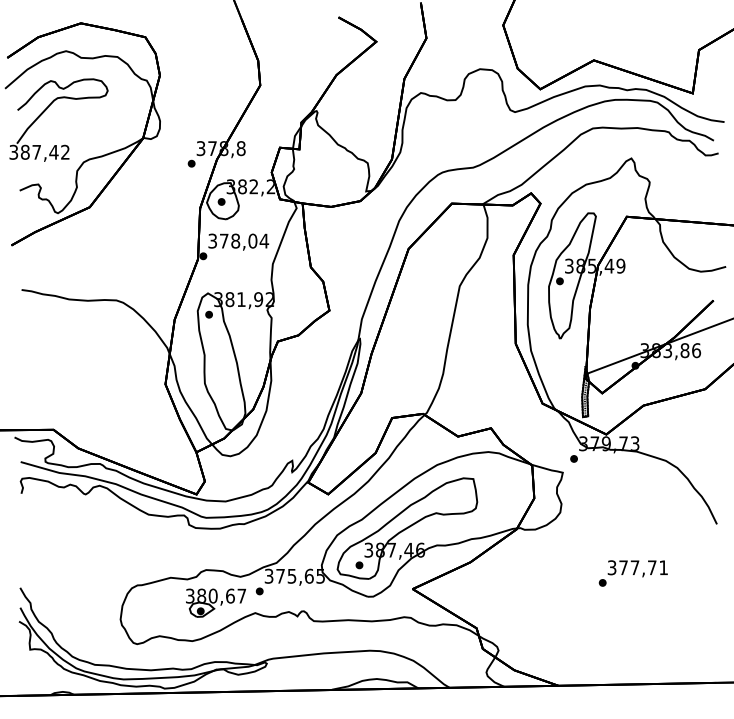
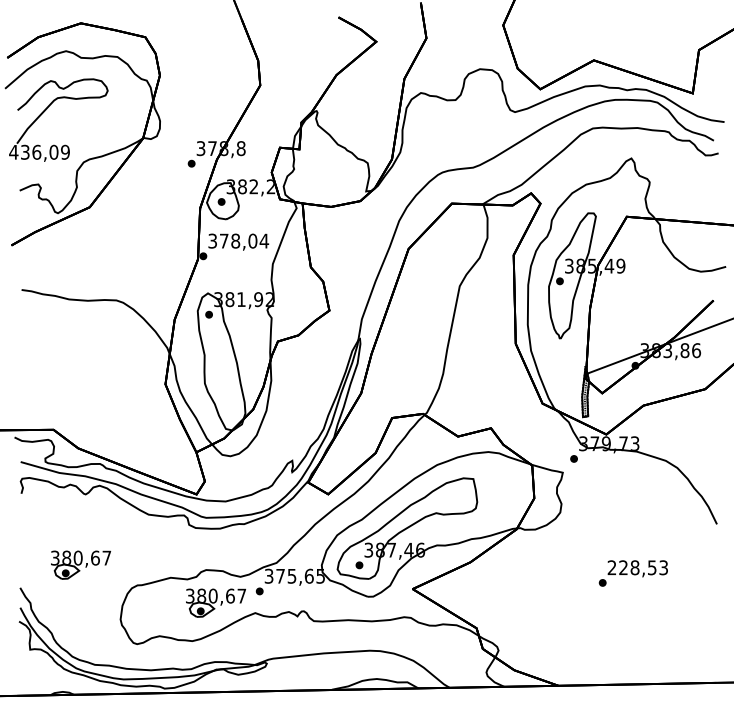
text at (39, 151): 387,42 -> 436,09
part at (80, 564): none -> present
text at (637, 567): 377,71 -> 228,53
